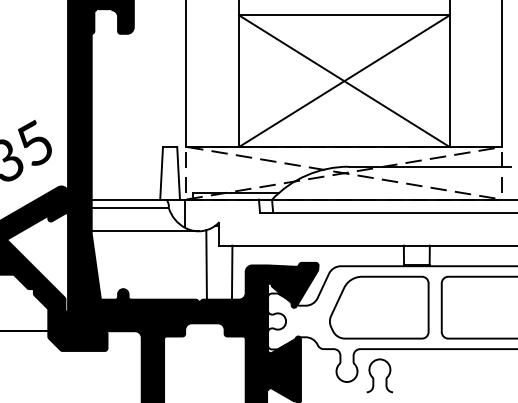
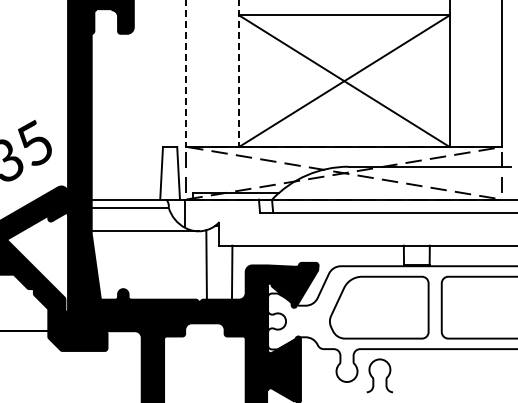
line at (186, 74): solid -> dashed
line at (239, 74): solid -> dashed
